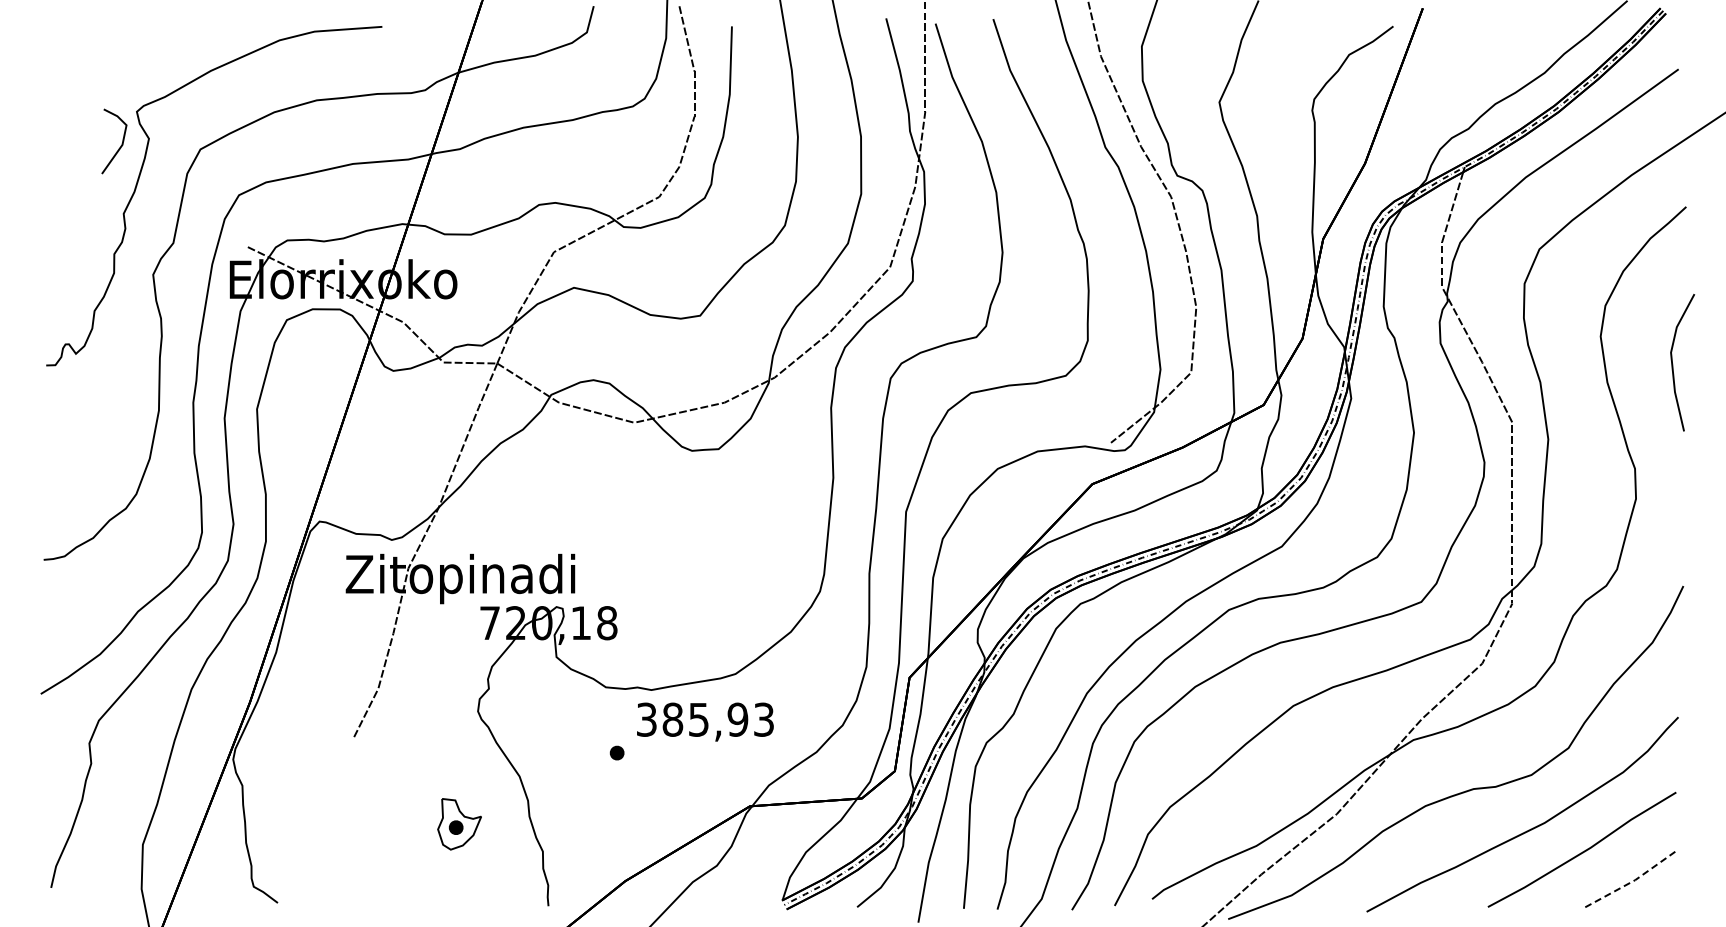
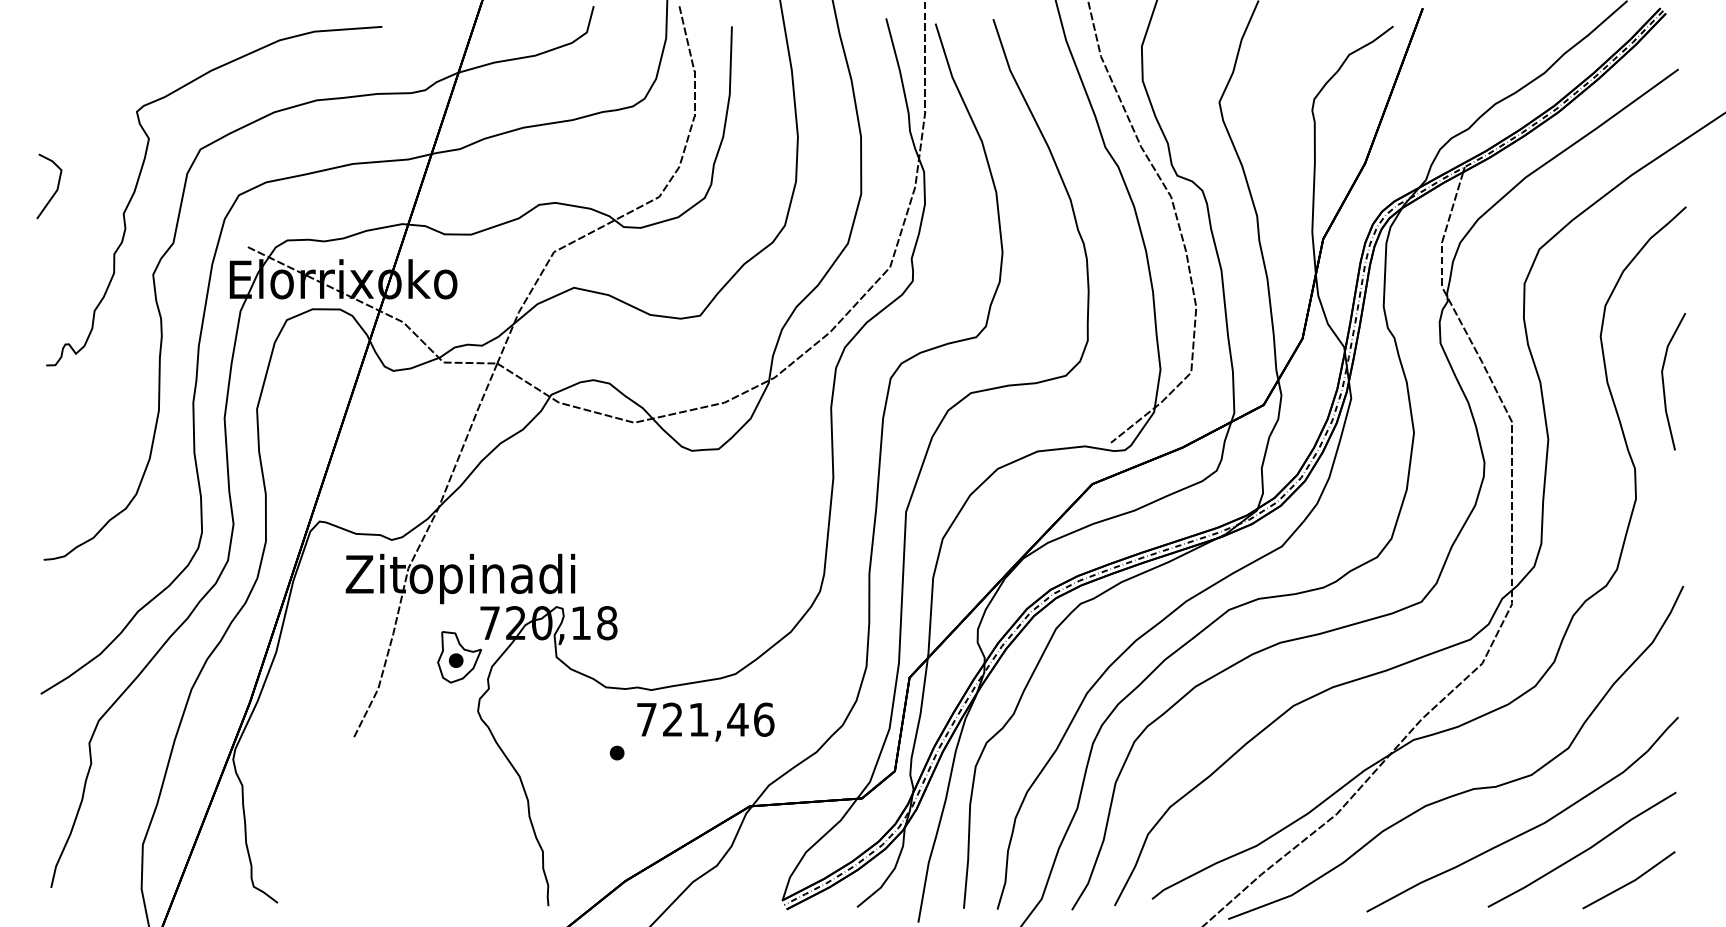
line at (120, 145) position: (120, 145) -> (55, 190)
line at (1673, 364) position: (1673, 364) -> (1664, 383)
text at (705, 719): 385,93 -> 721,46
part at (459, 824) position: (459, 824) -> (459, 657)
line at (1630, 882): dashed -> solid
